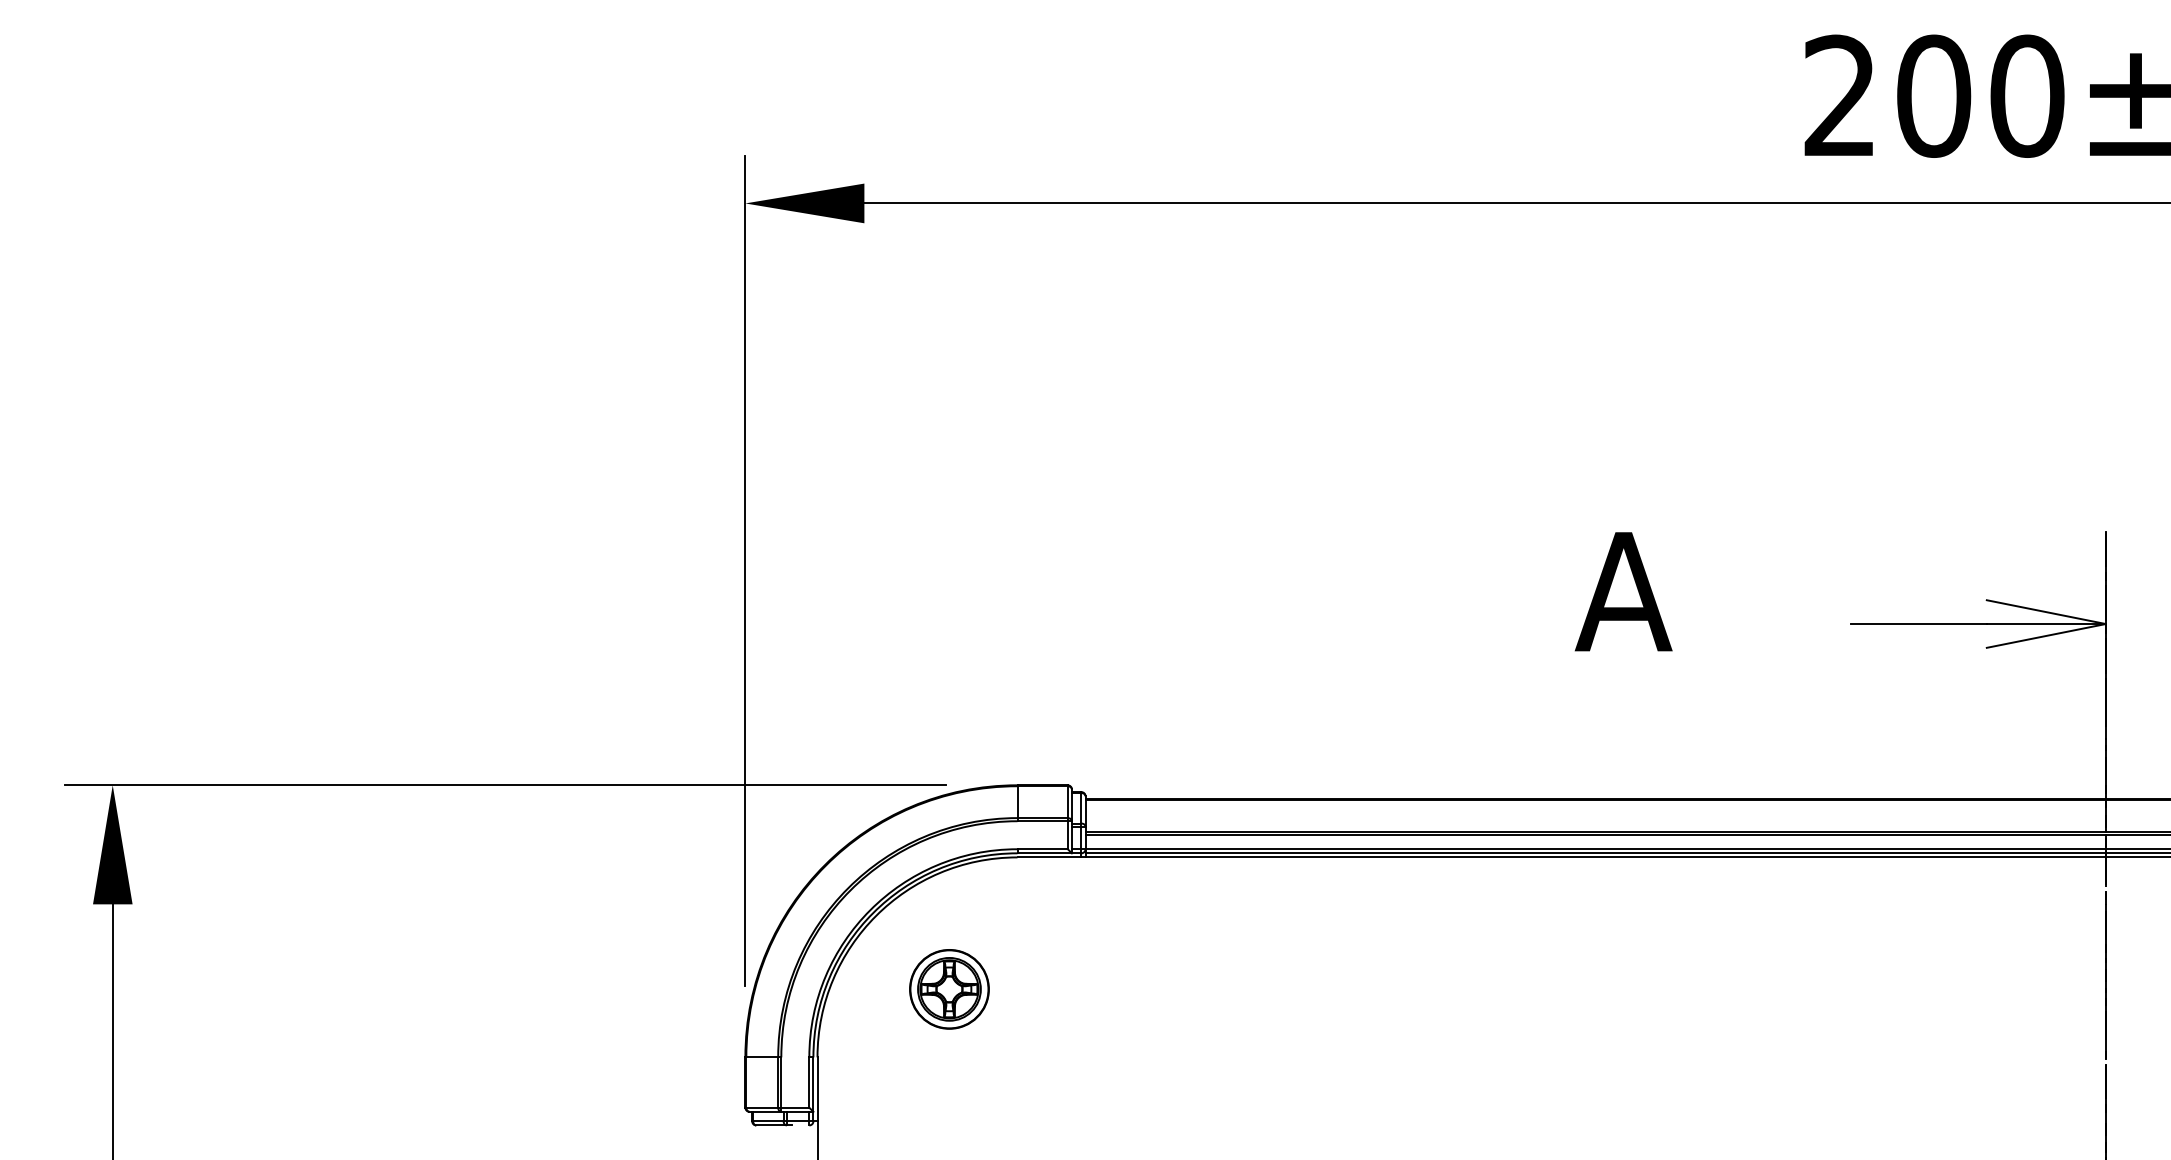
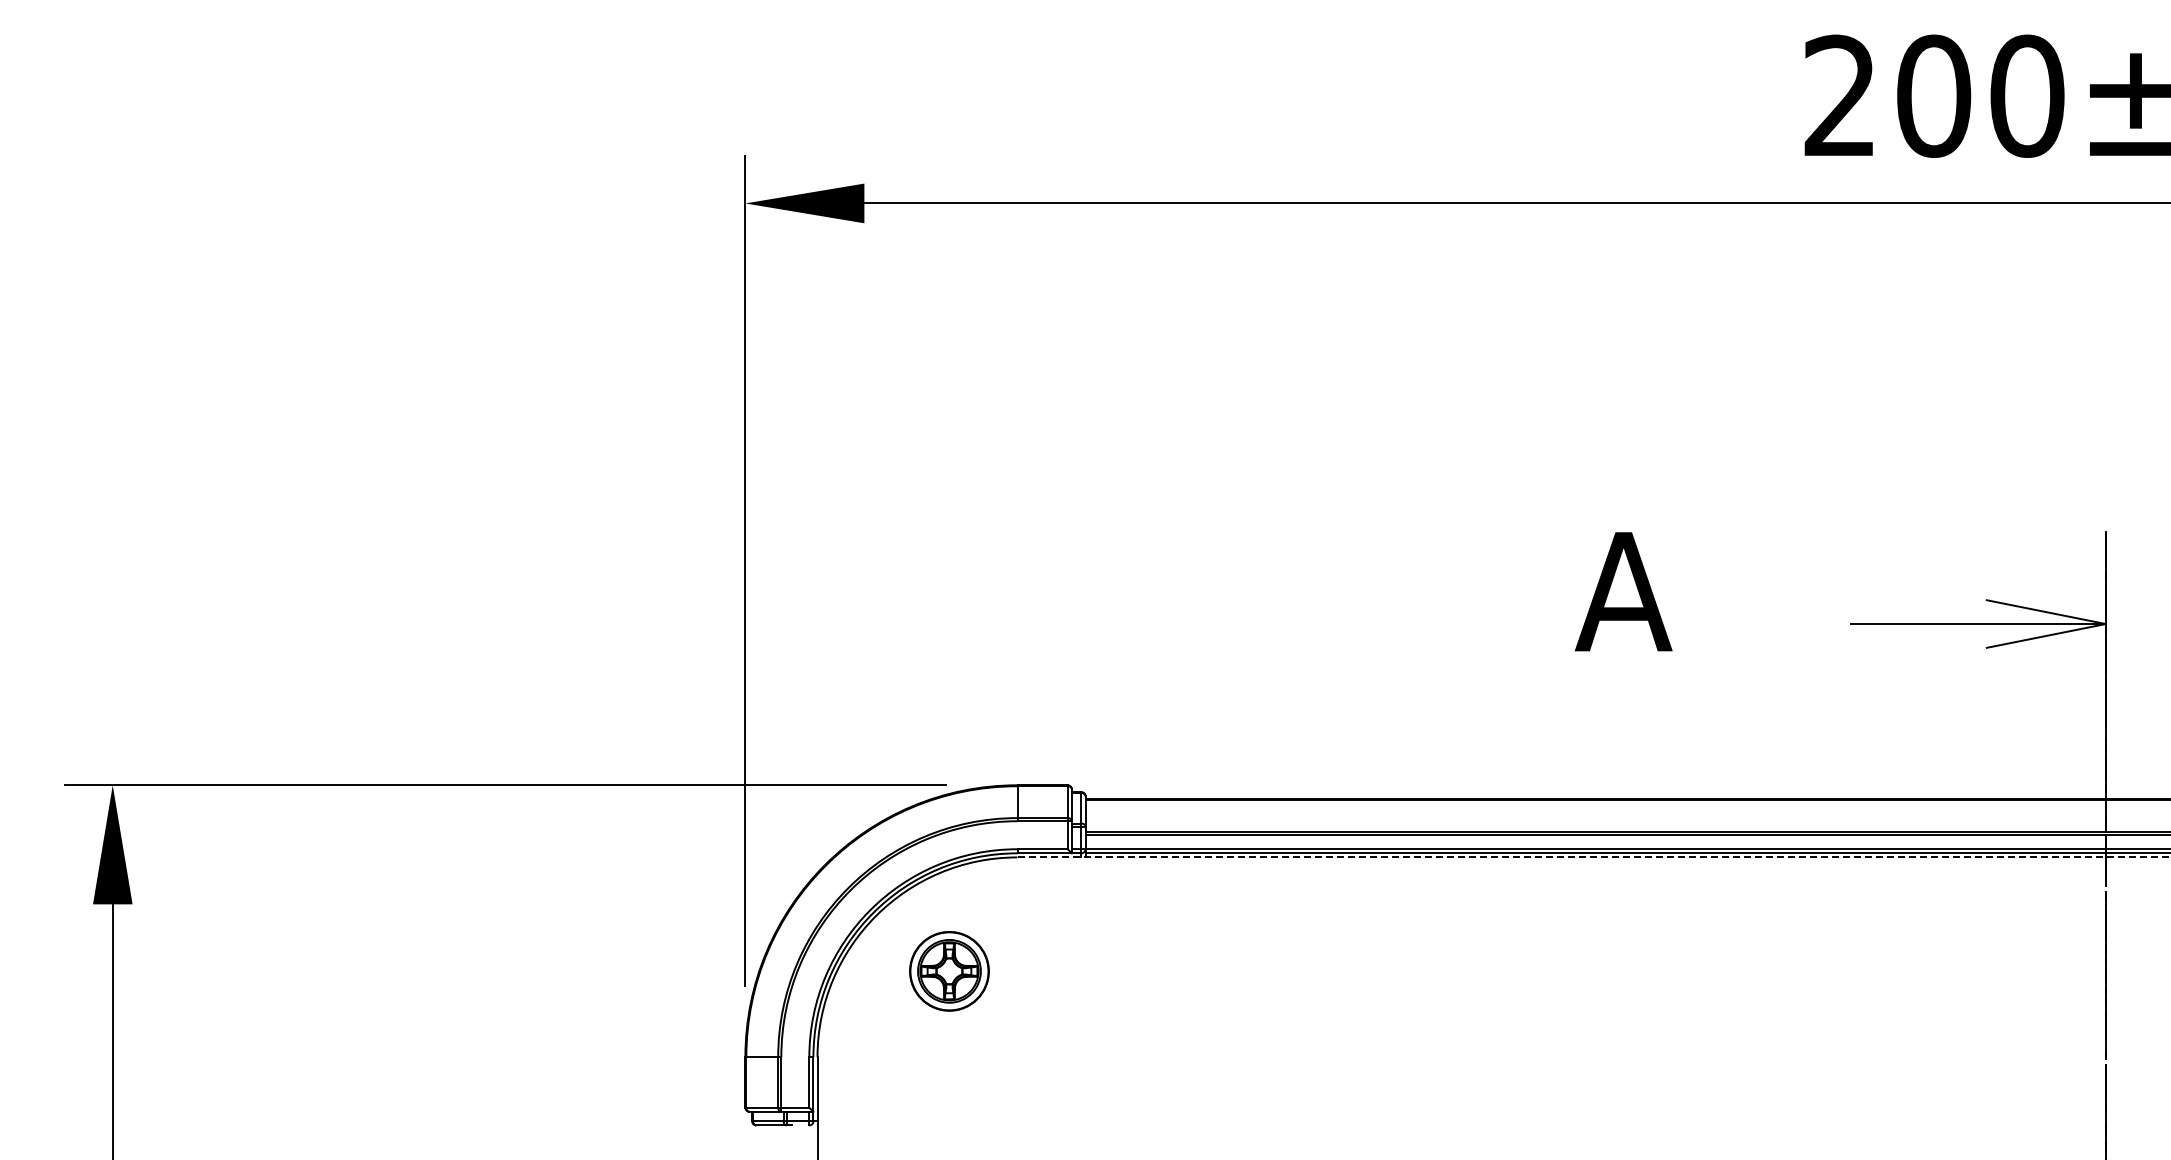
line at (1594, 857): solid -> dashed
part at (949, 989) position: (949, 989) -> (949, 971)
